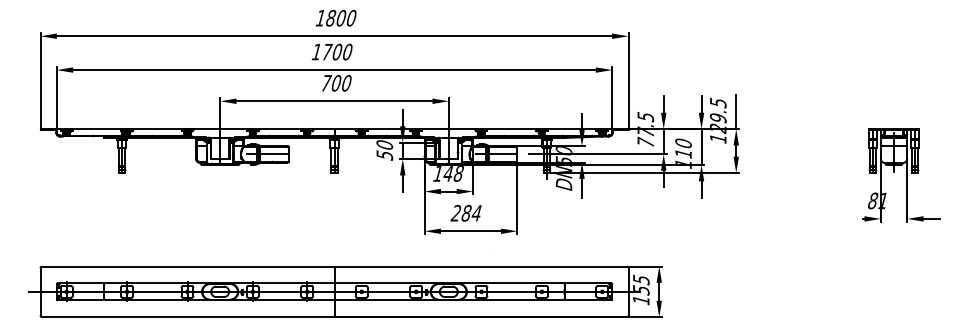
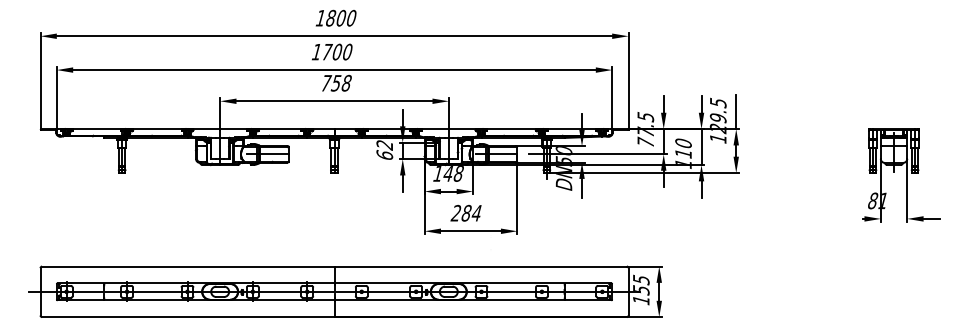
text at (340, 82): 700 -> 758
text at (384, 150): 50 -> 62
